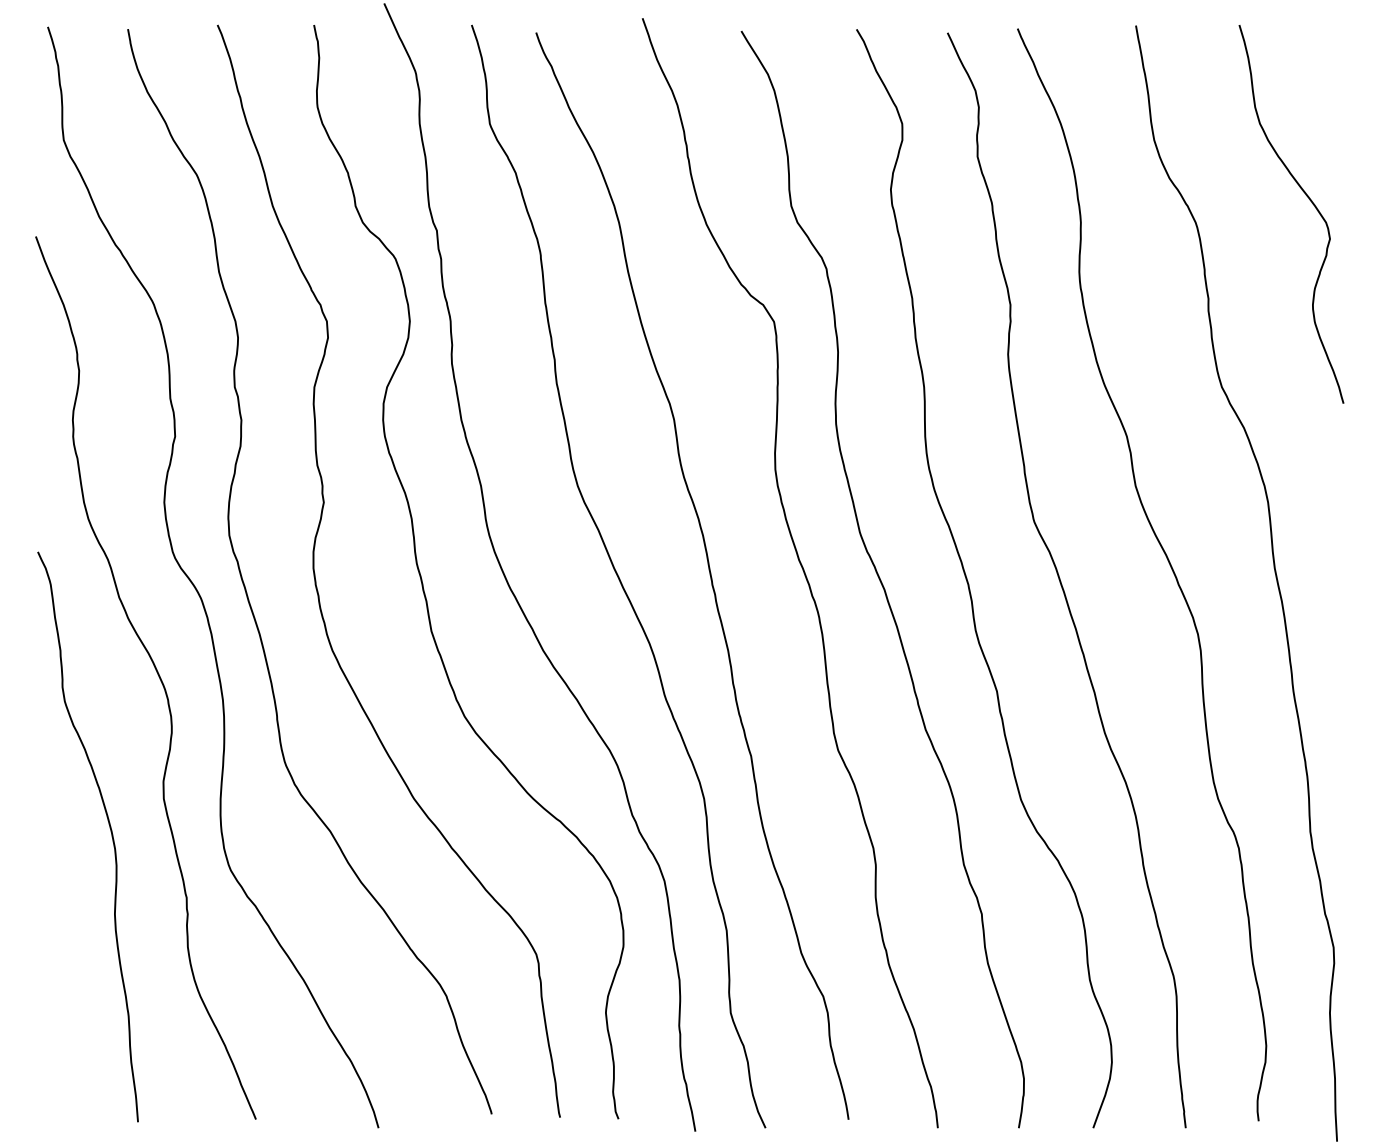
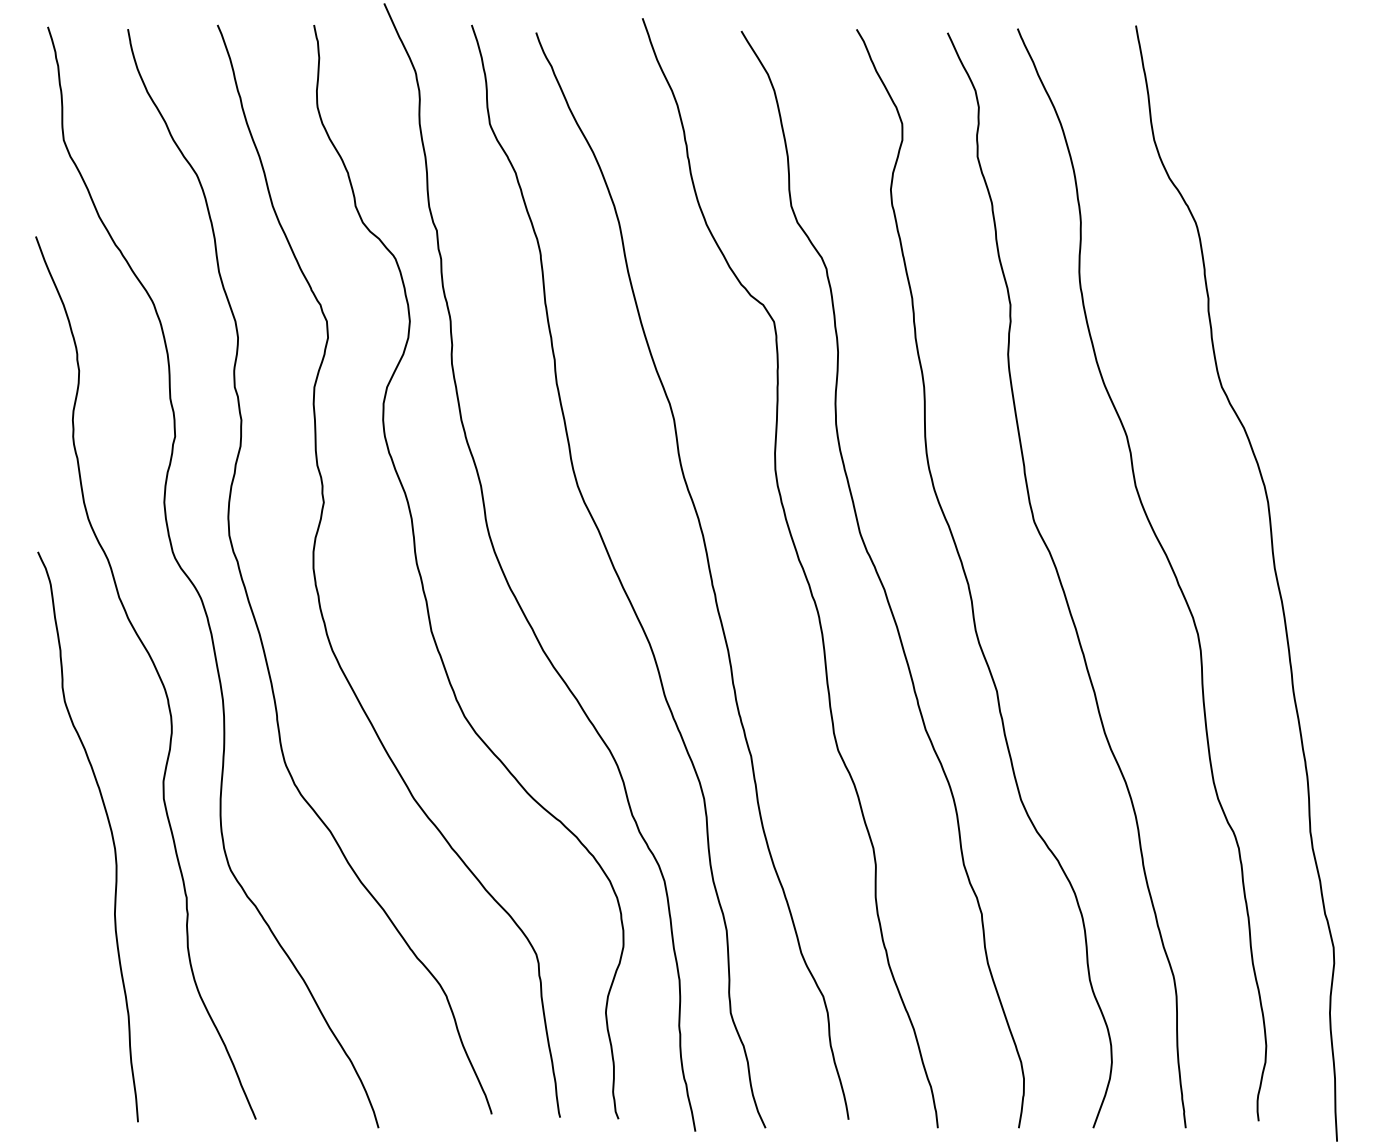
curve at (1309, 200): present -> none
